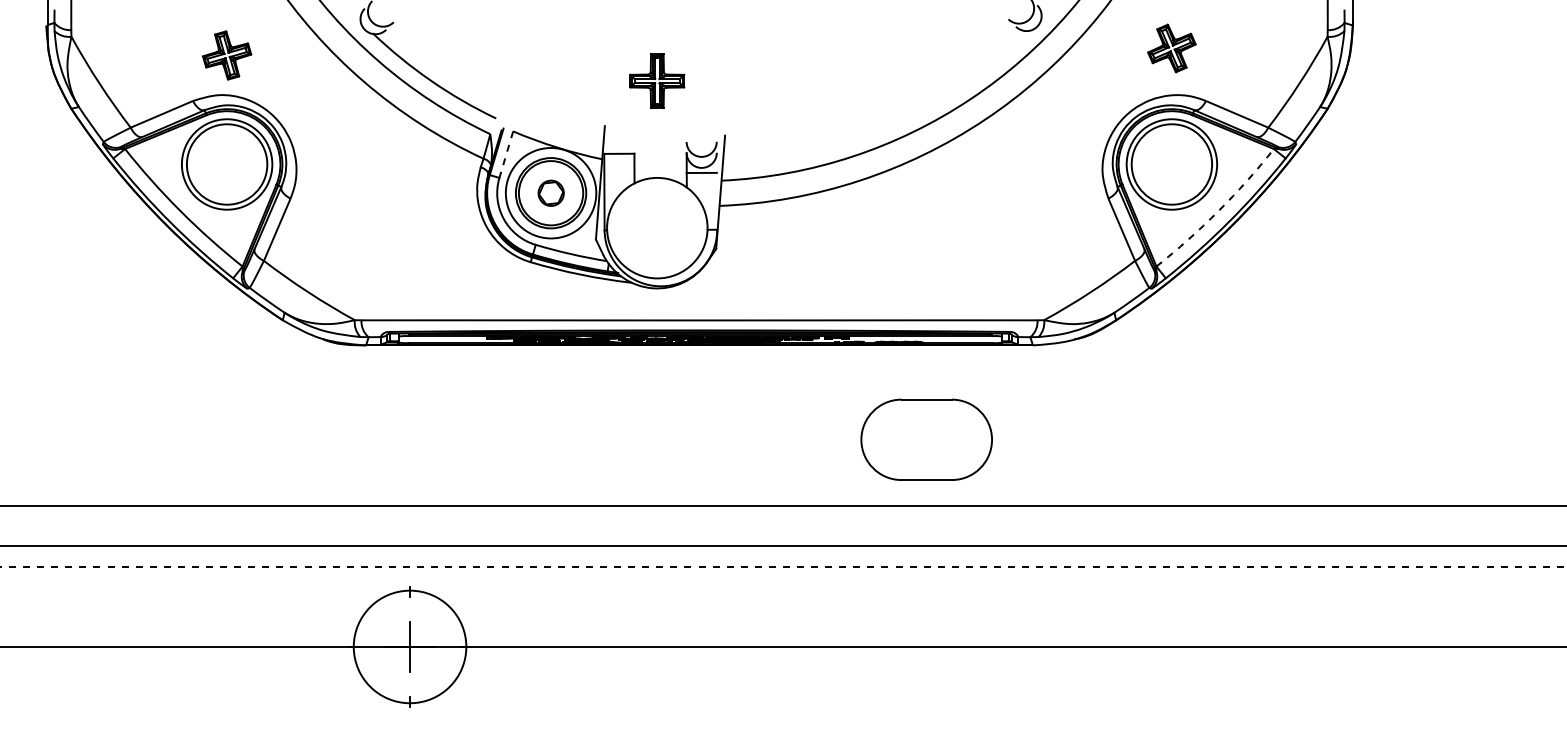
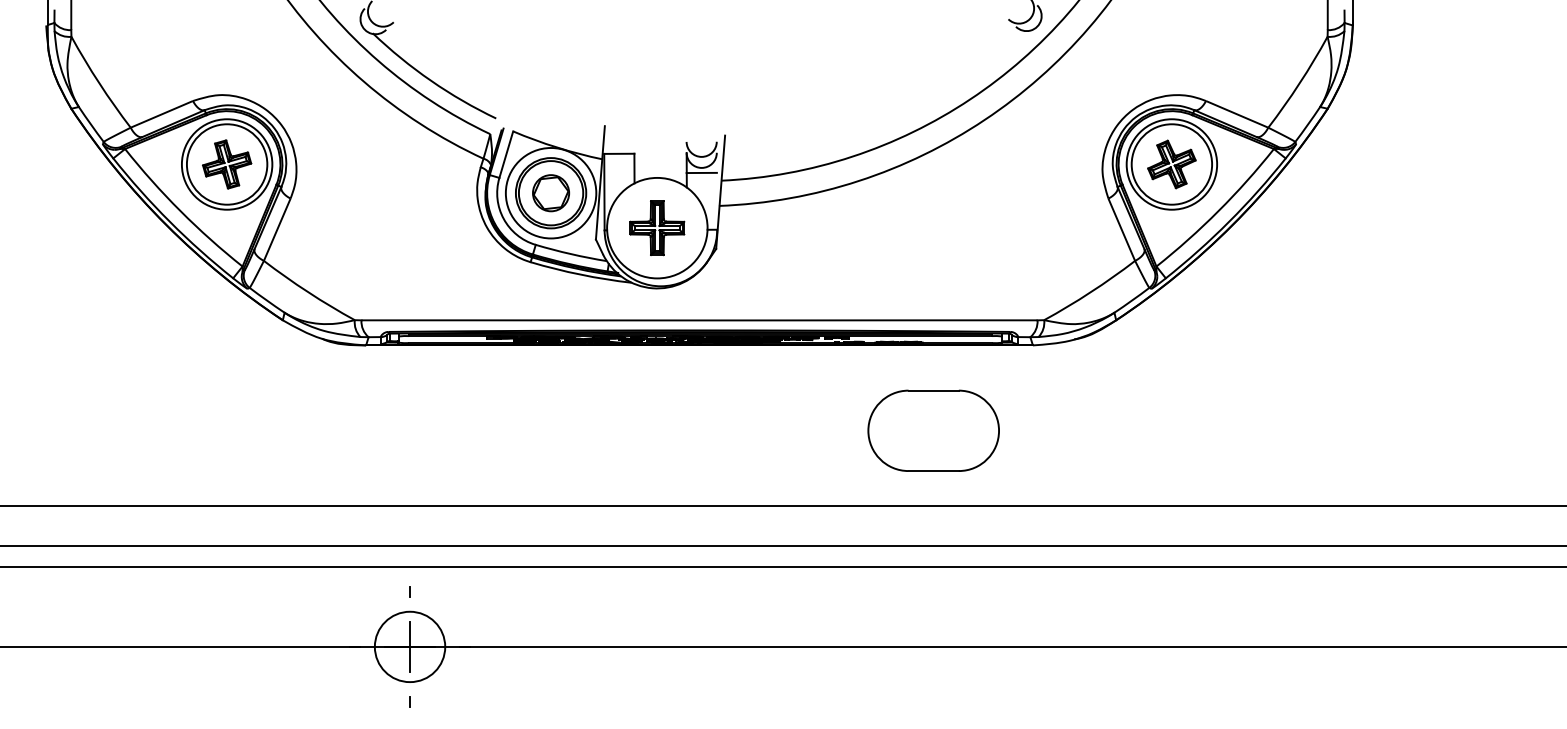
part at (1171, 48) position: (1171, 48) -> (1171, 164)
part at (227, 55) position: (227, 55) -> (227, 164)
part at (657, 81) position: (657, 81) -> (657, 228)
line at (506, 155): dashed -> solid
part at (550, 192) size: 28x28 px -> 39x39 px
arc at (1218, 211): dashed -> solid
part at (926, 439) position: (926, 439) -> (933, 430)
line at (782, 566): dashed -> solid
circle at (409, 646) diameter: 113 px -> 70 px
